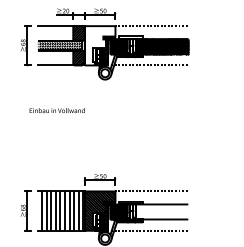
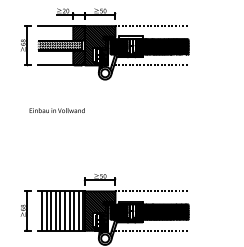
hatch at (99, 45): none -> present
hatch at (161, 211): none -> present
